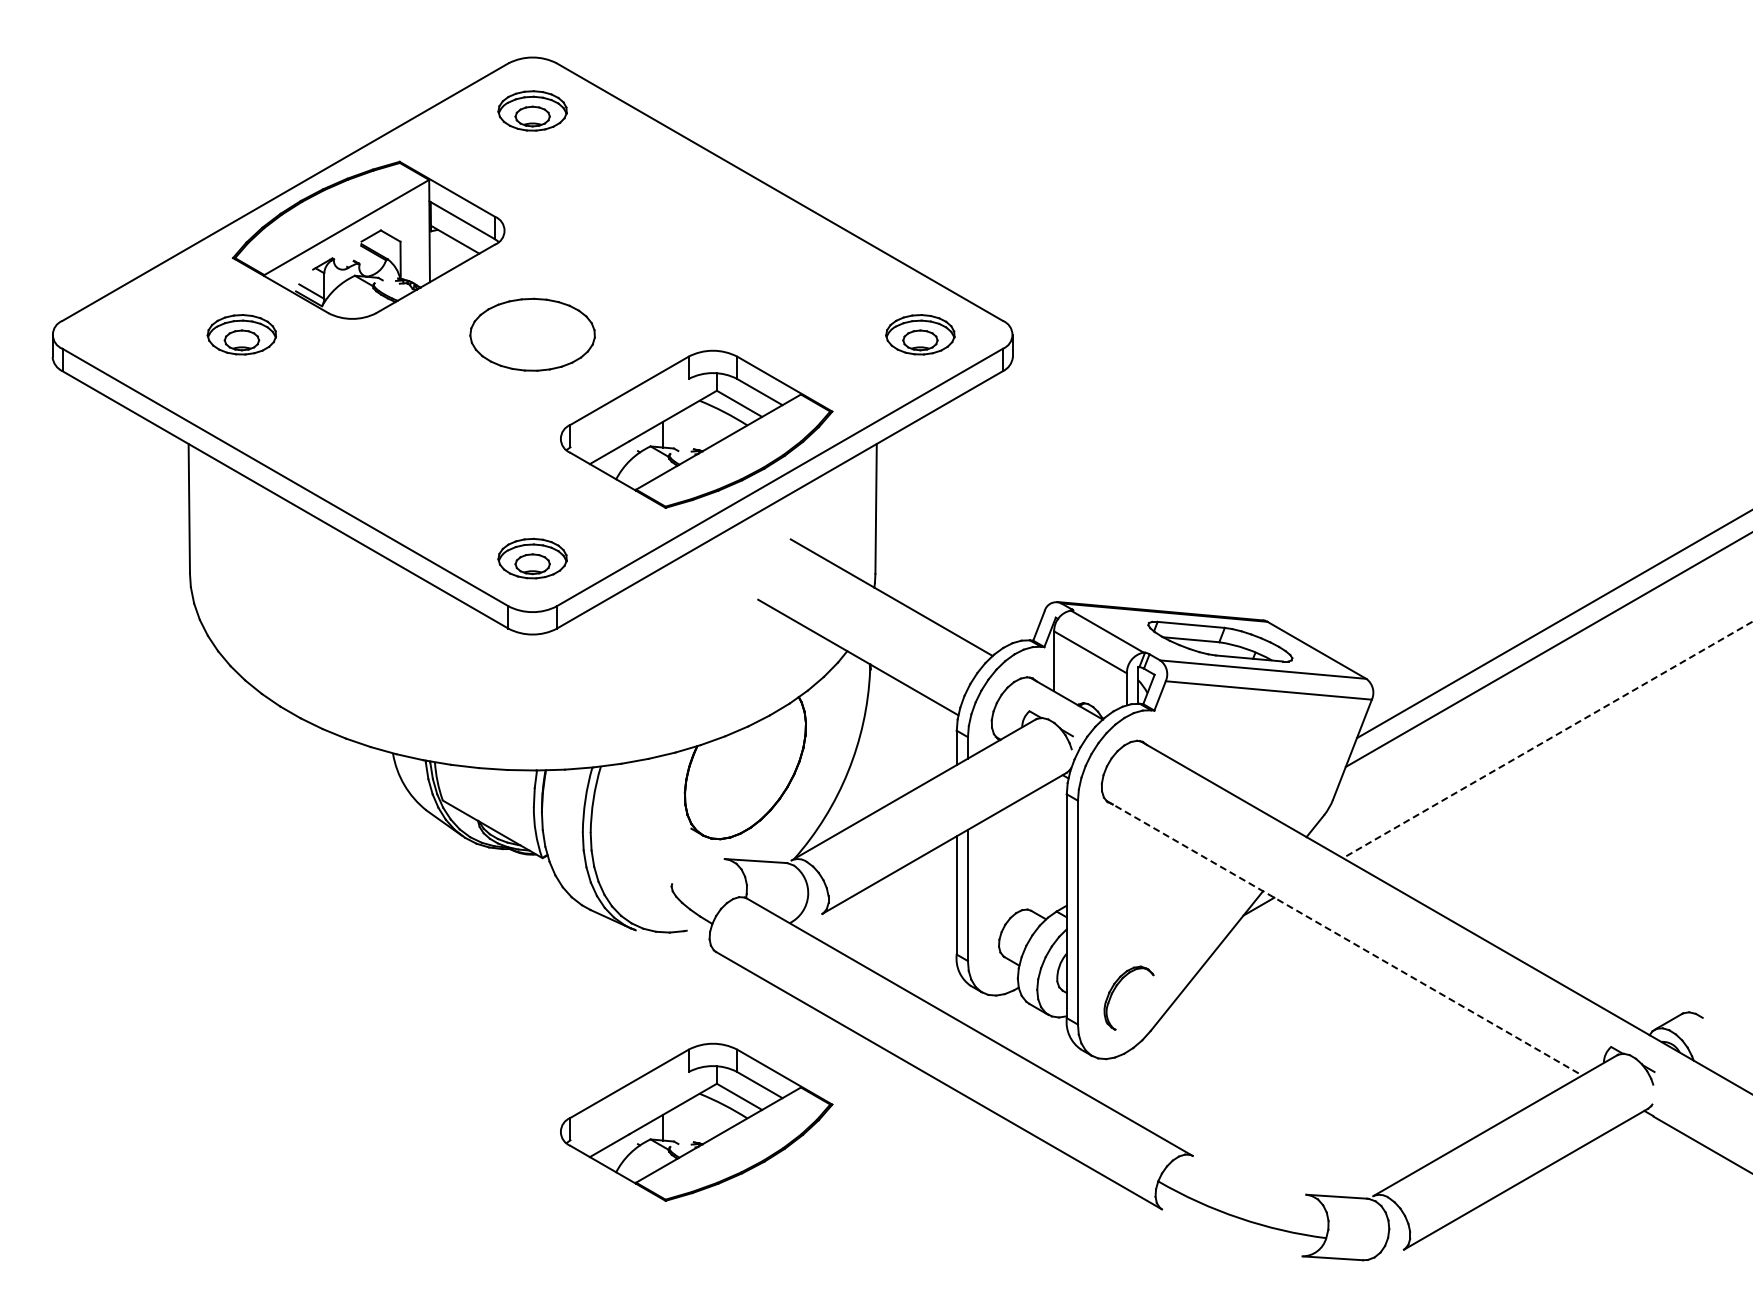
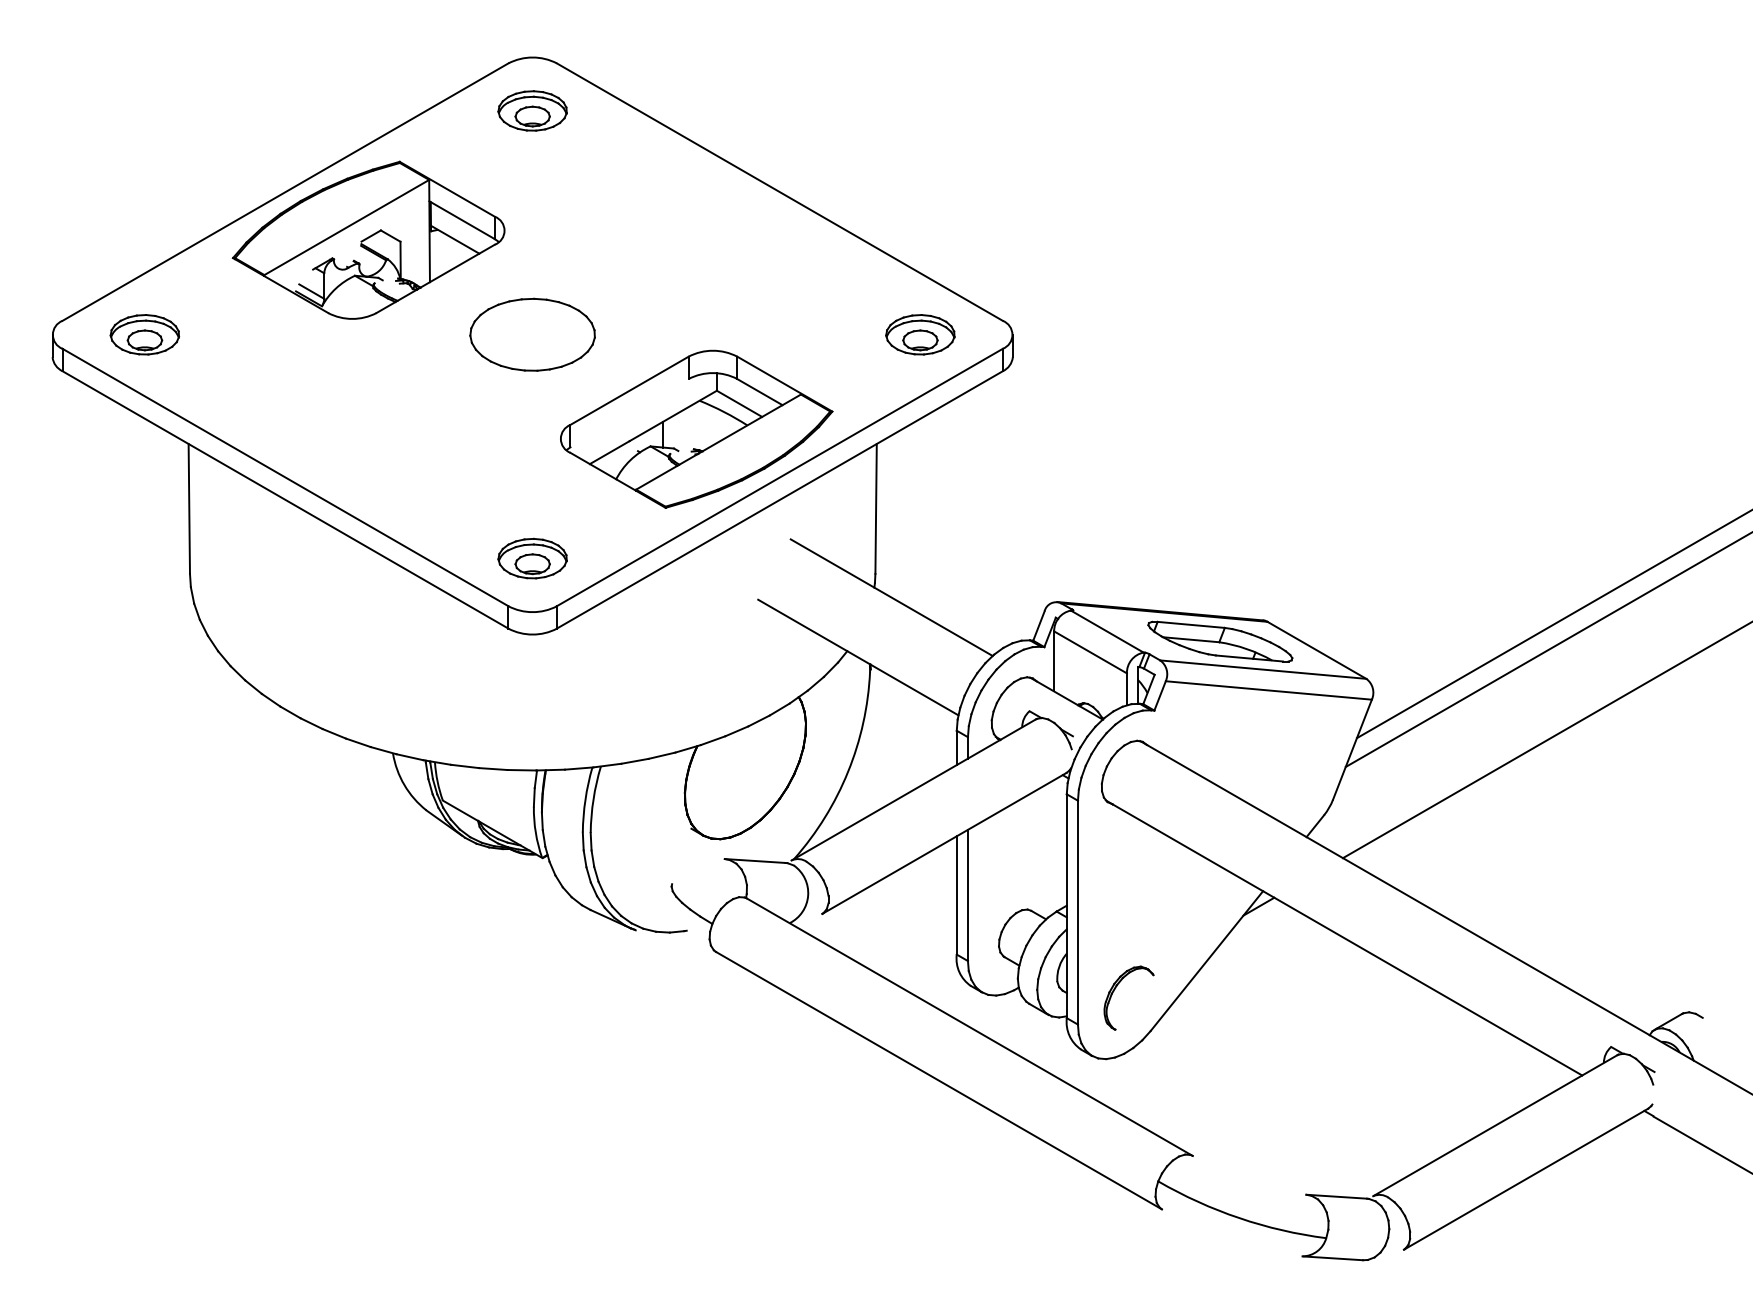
part at (241, 334) position: (241, 334) -> (144, 334)
line at (1547, 740): dashed -> solid
line at (1344, 938): dashed -> solid
part at (696, 1121): present -> none
